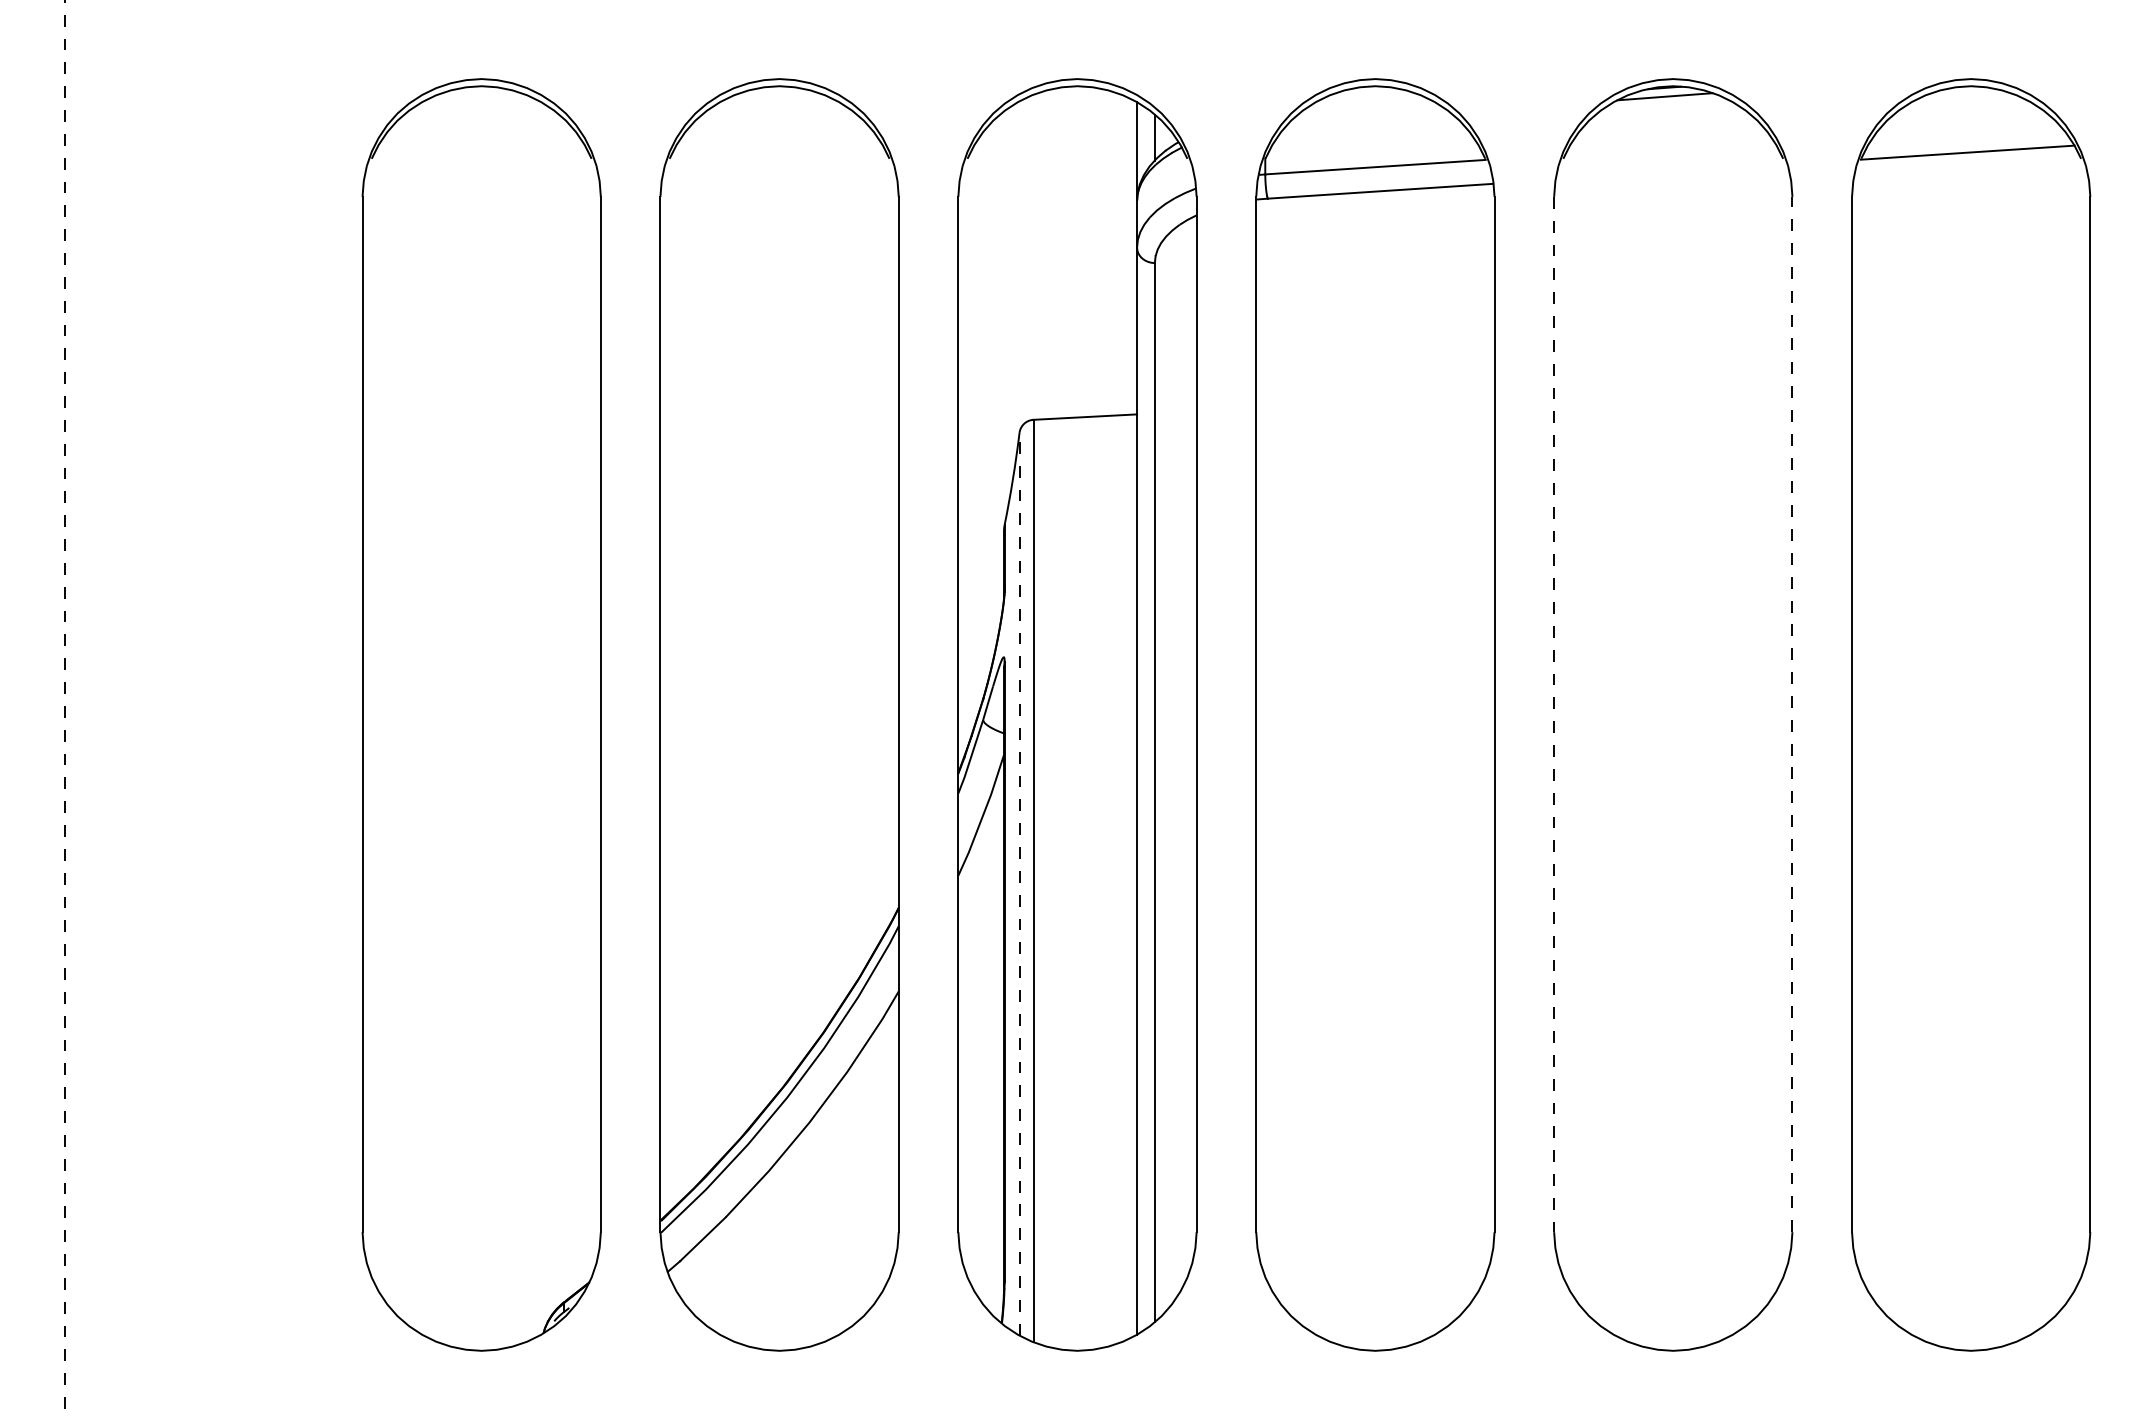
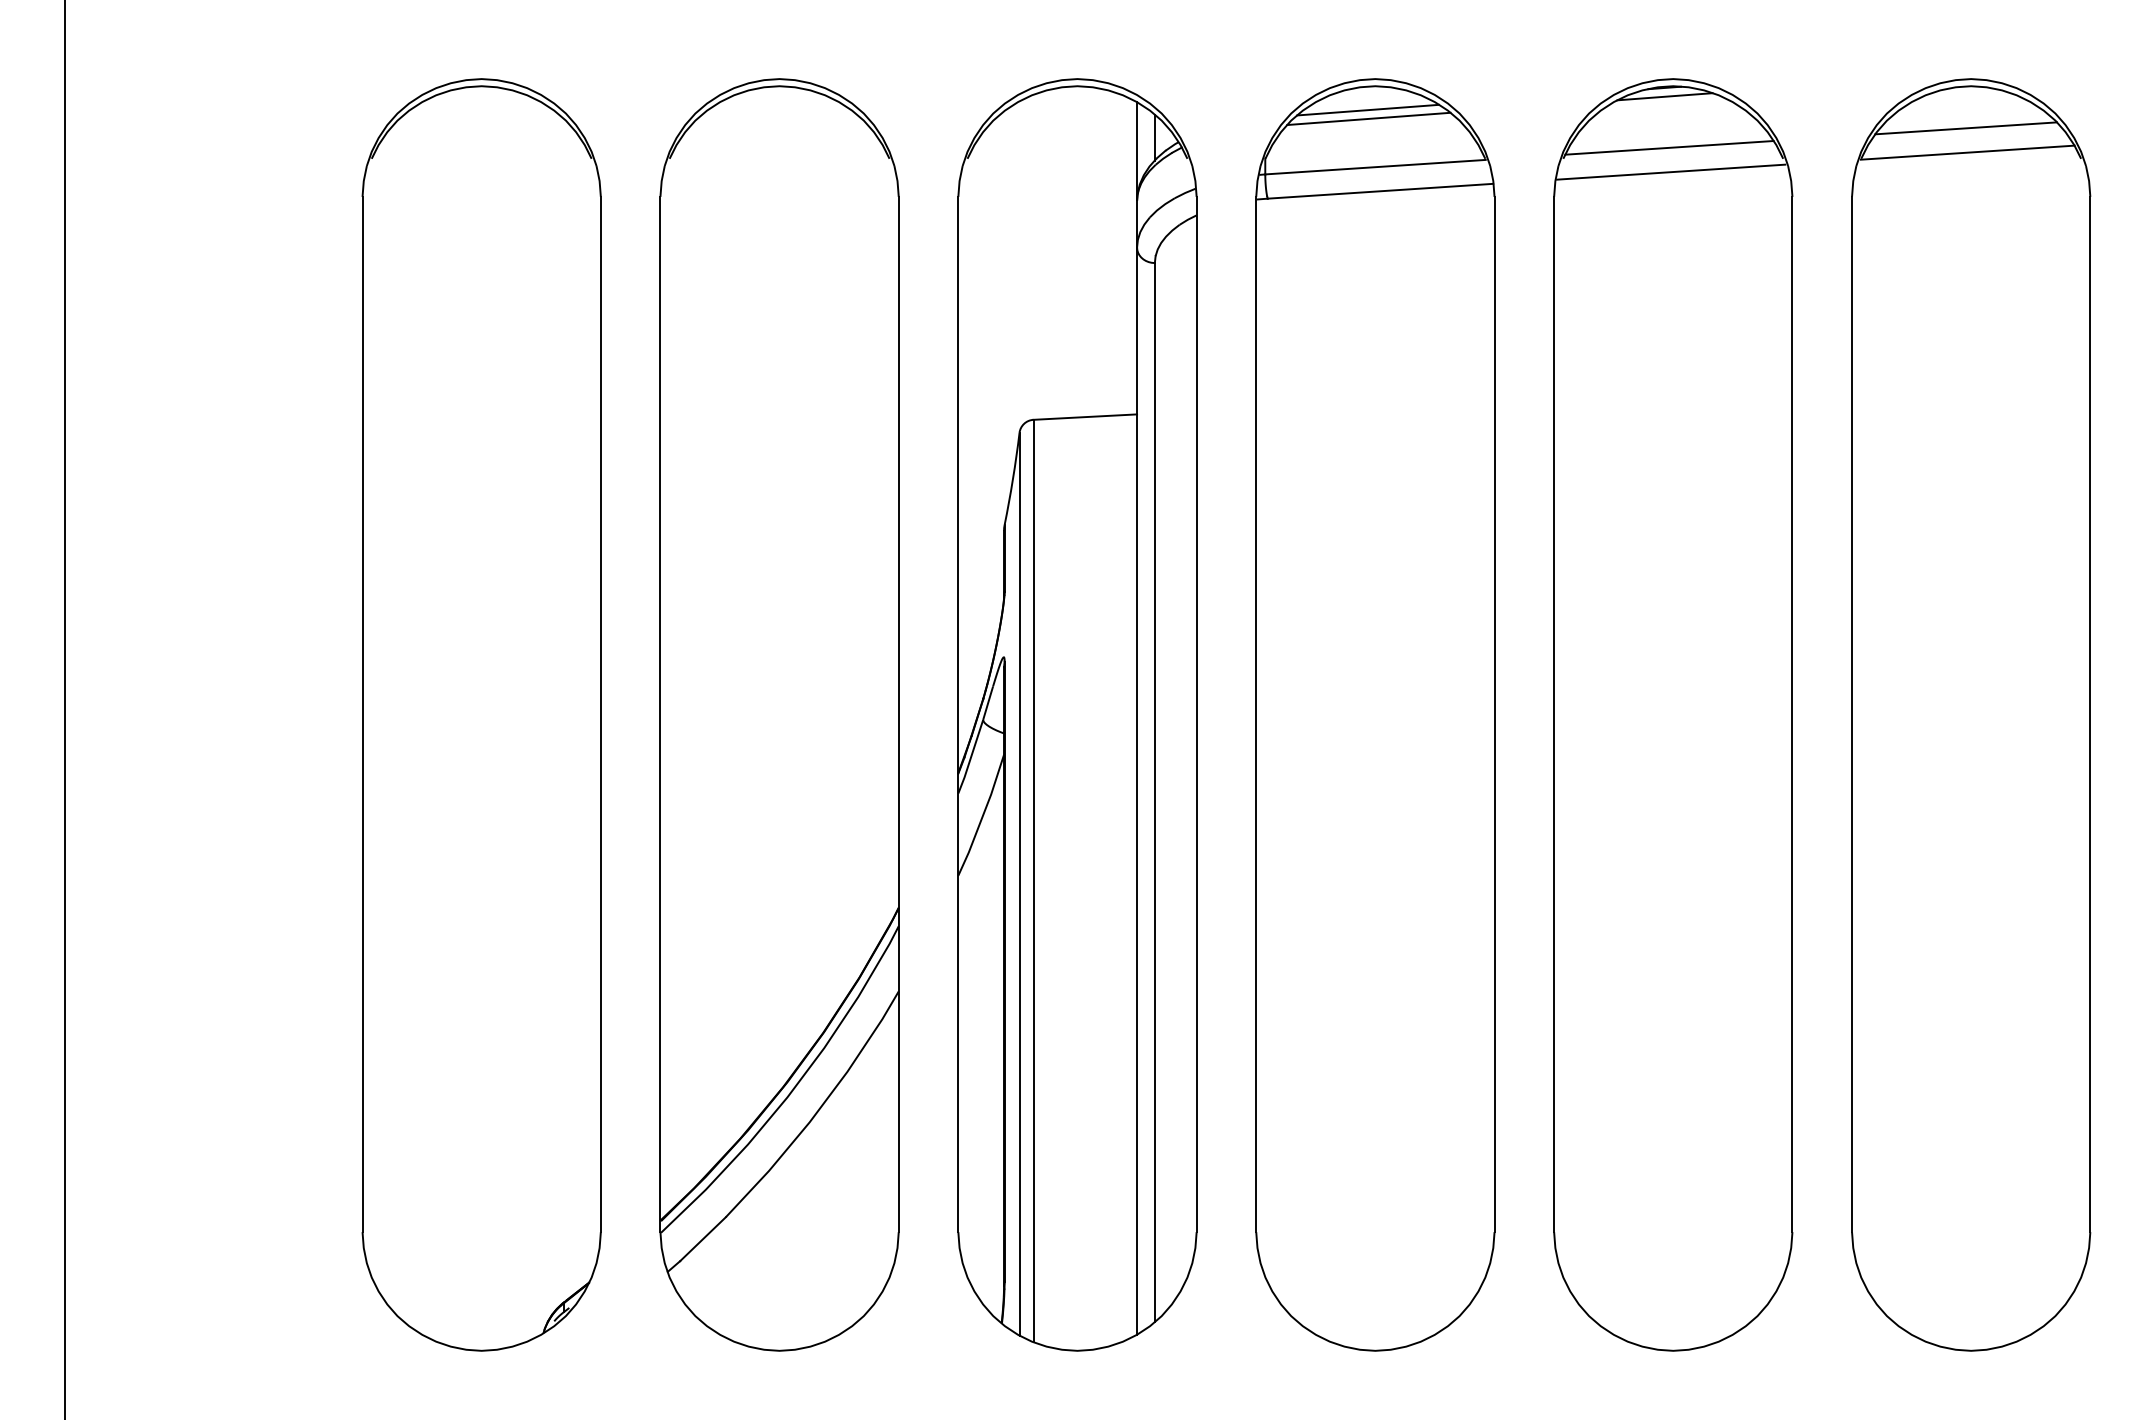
line at (1368, 109): none -> present
line at (1368, 118): none -> present
line at (1965, 128): none -> present
line at (1669, 147): none -> present
line at (1671, 171): none -> present
line at (64, 710): dashed -> solid
line at (1554, 714): dashed -> solid
line at (1792, 714): dashed -> solid
line at (1019, 883): dashed -> solid
